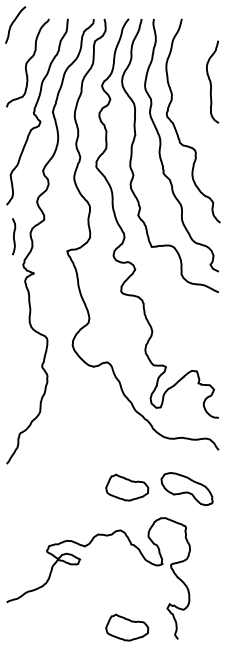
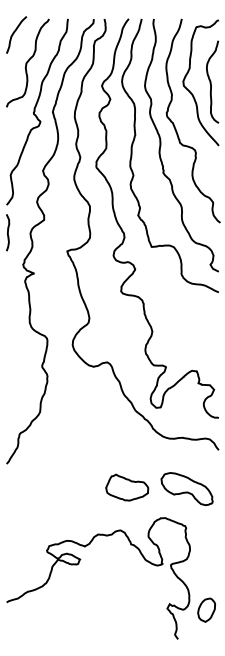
curve at (14, 22) position: (14, 22) -> (15, 32)
curve at (190, 91): none -> present
curve at (14, 236) position: (14, 236) -> (8, 232)
part at (206, 609): none -> present
part at (127, 627): present -> none
